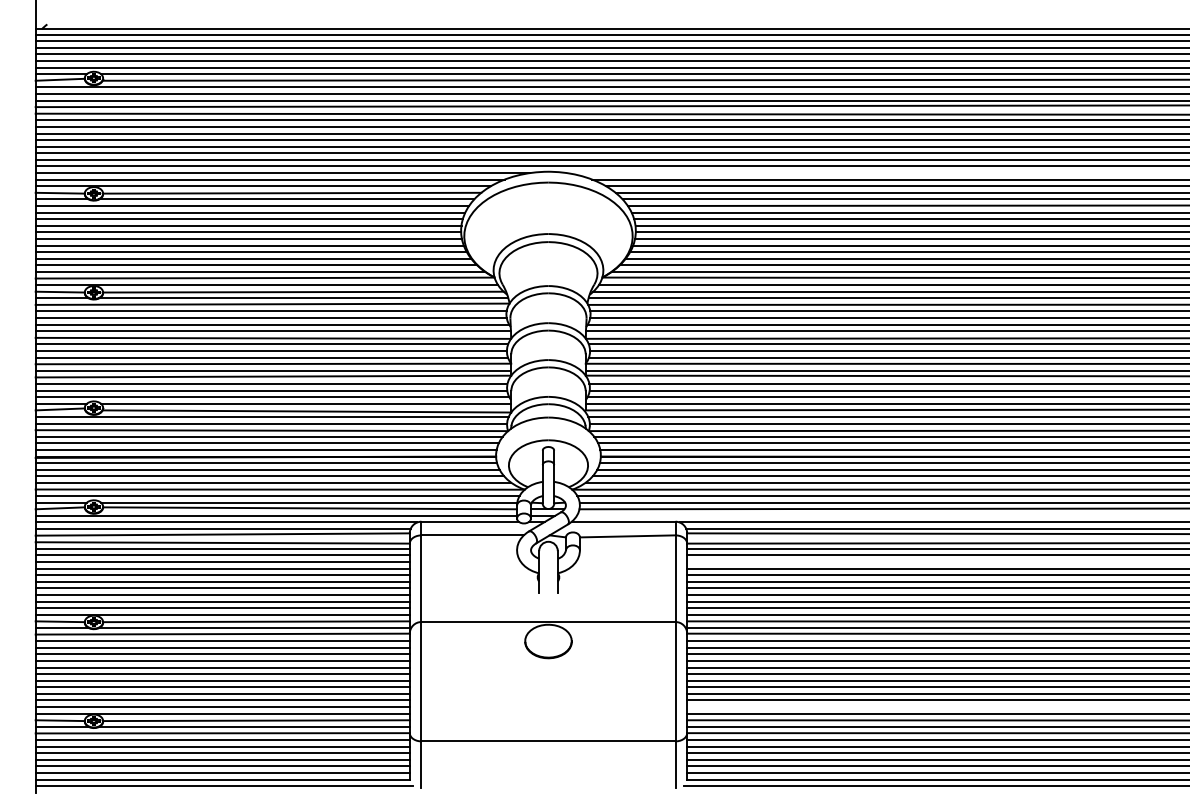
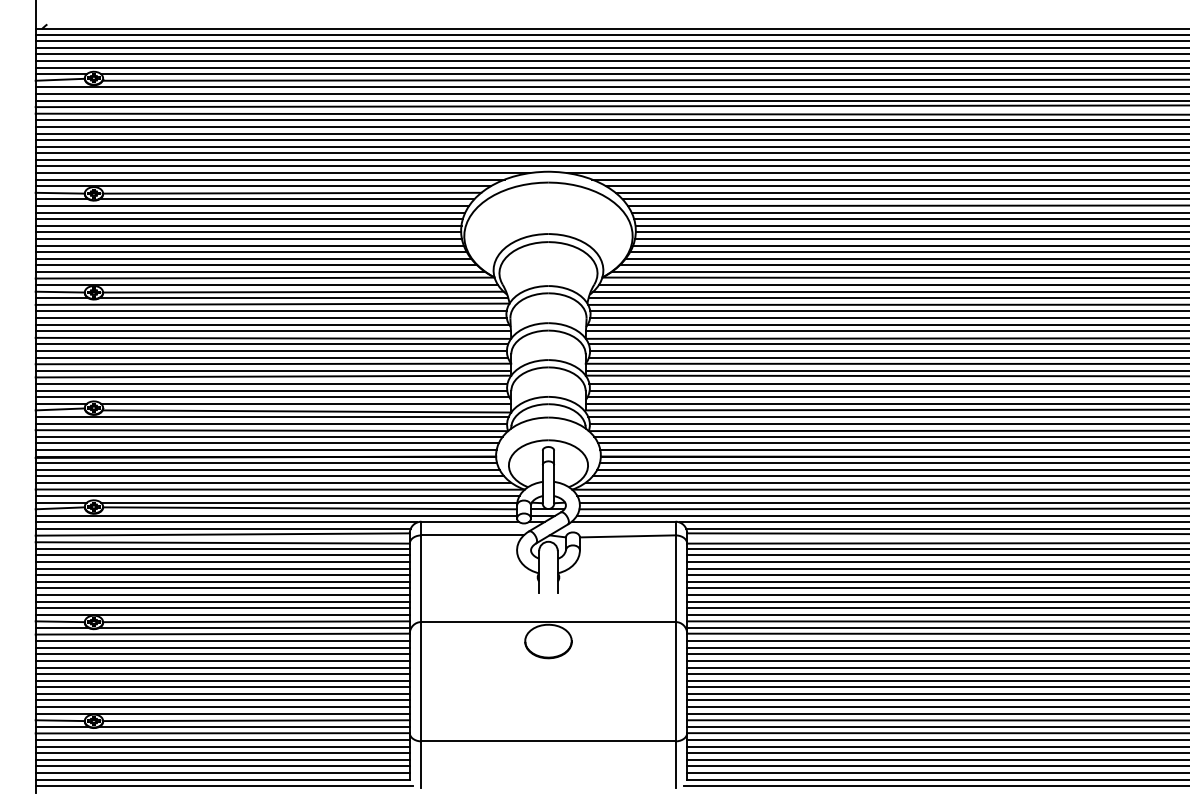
line at (876, 173): none -> present
line at (881, 515): none -> present
line at (936, 562): none -> present
line at (936, 707): none -> present
